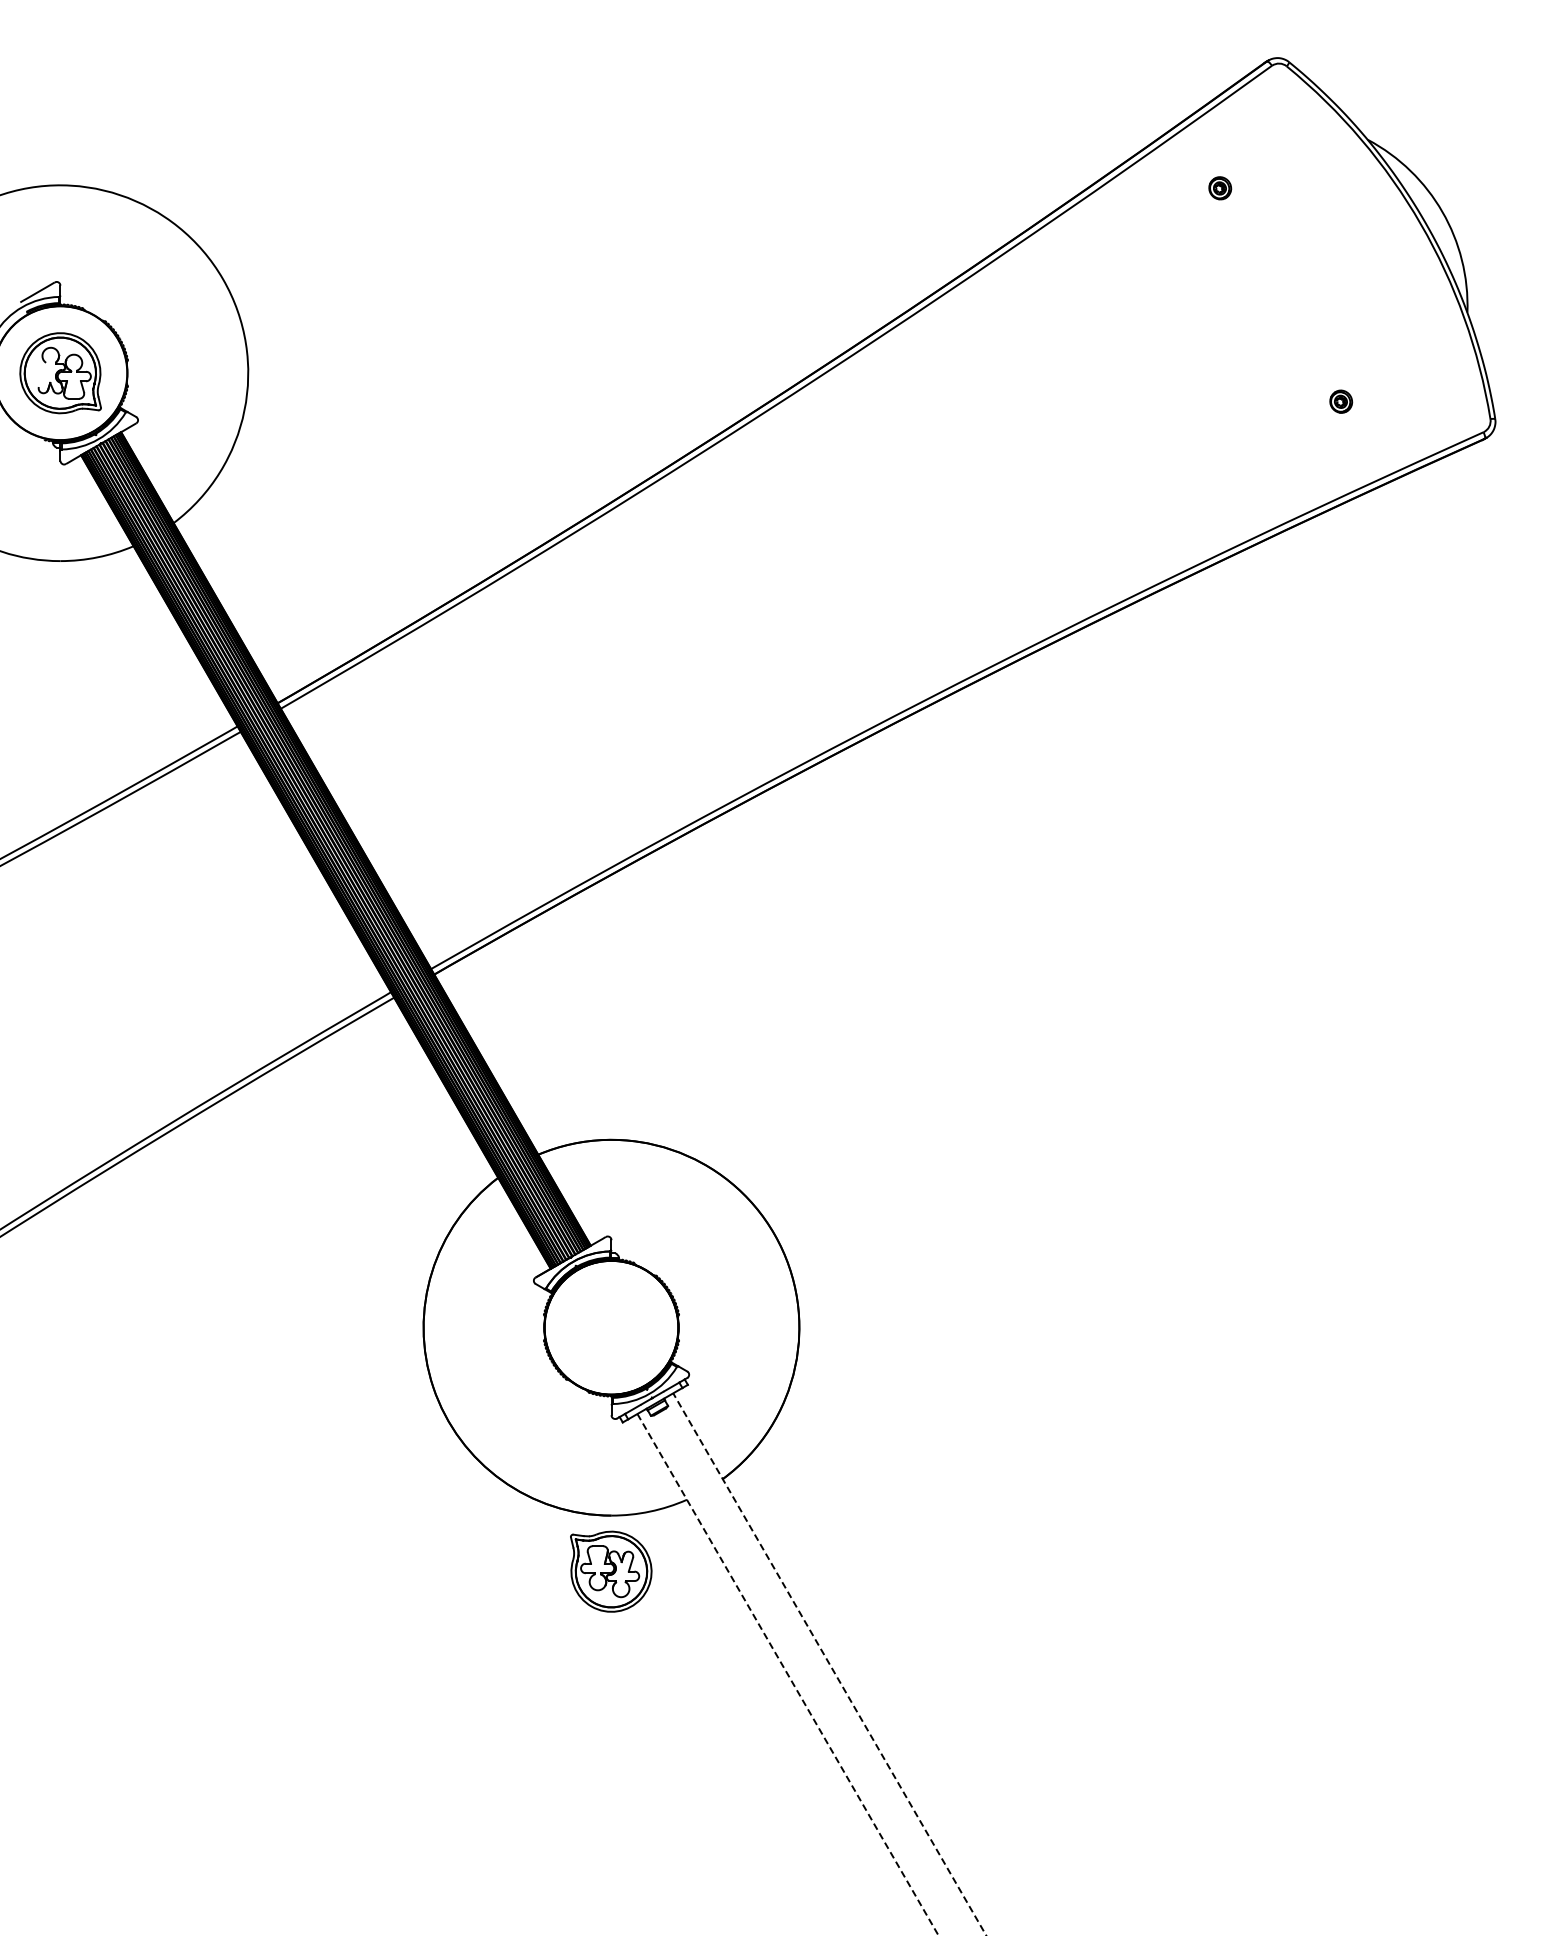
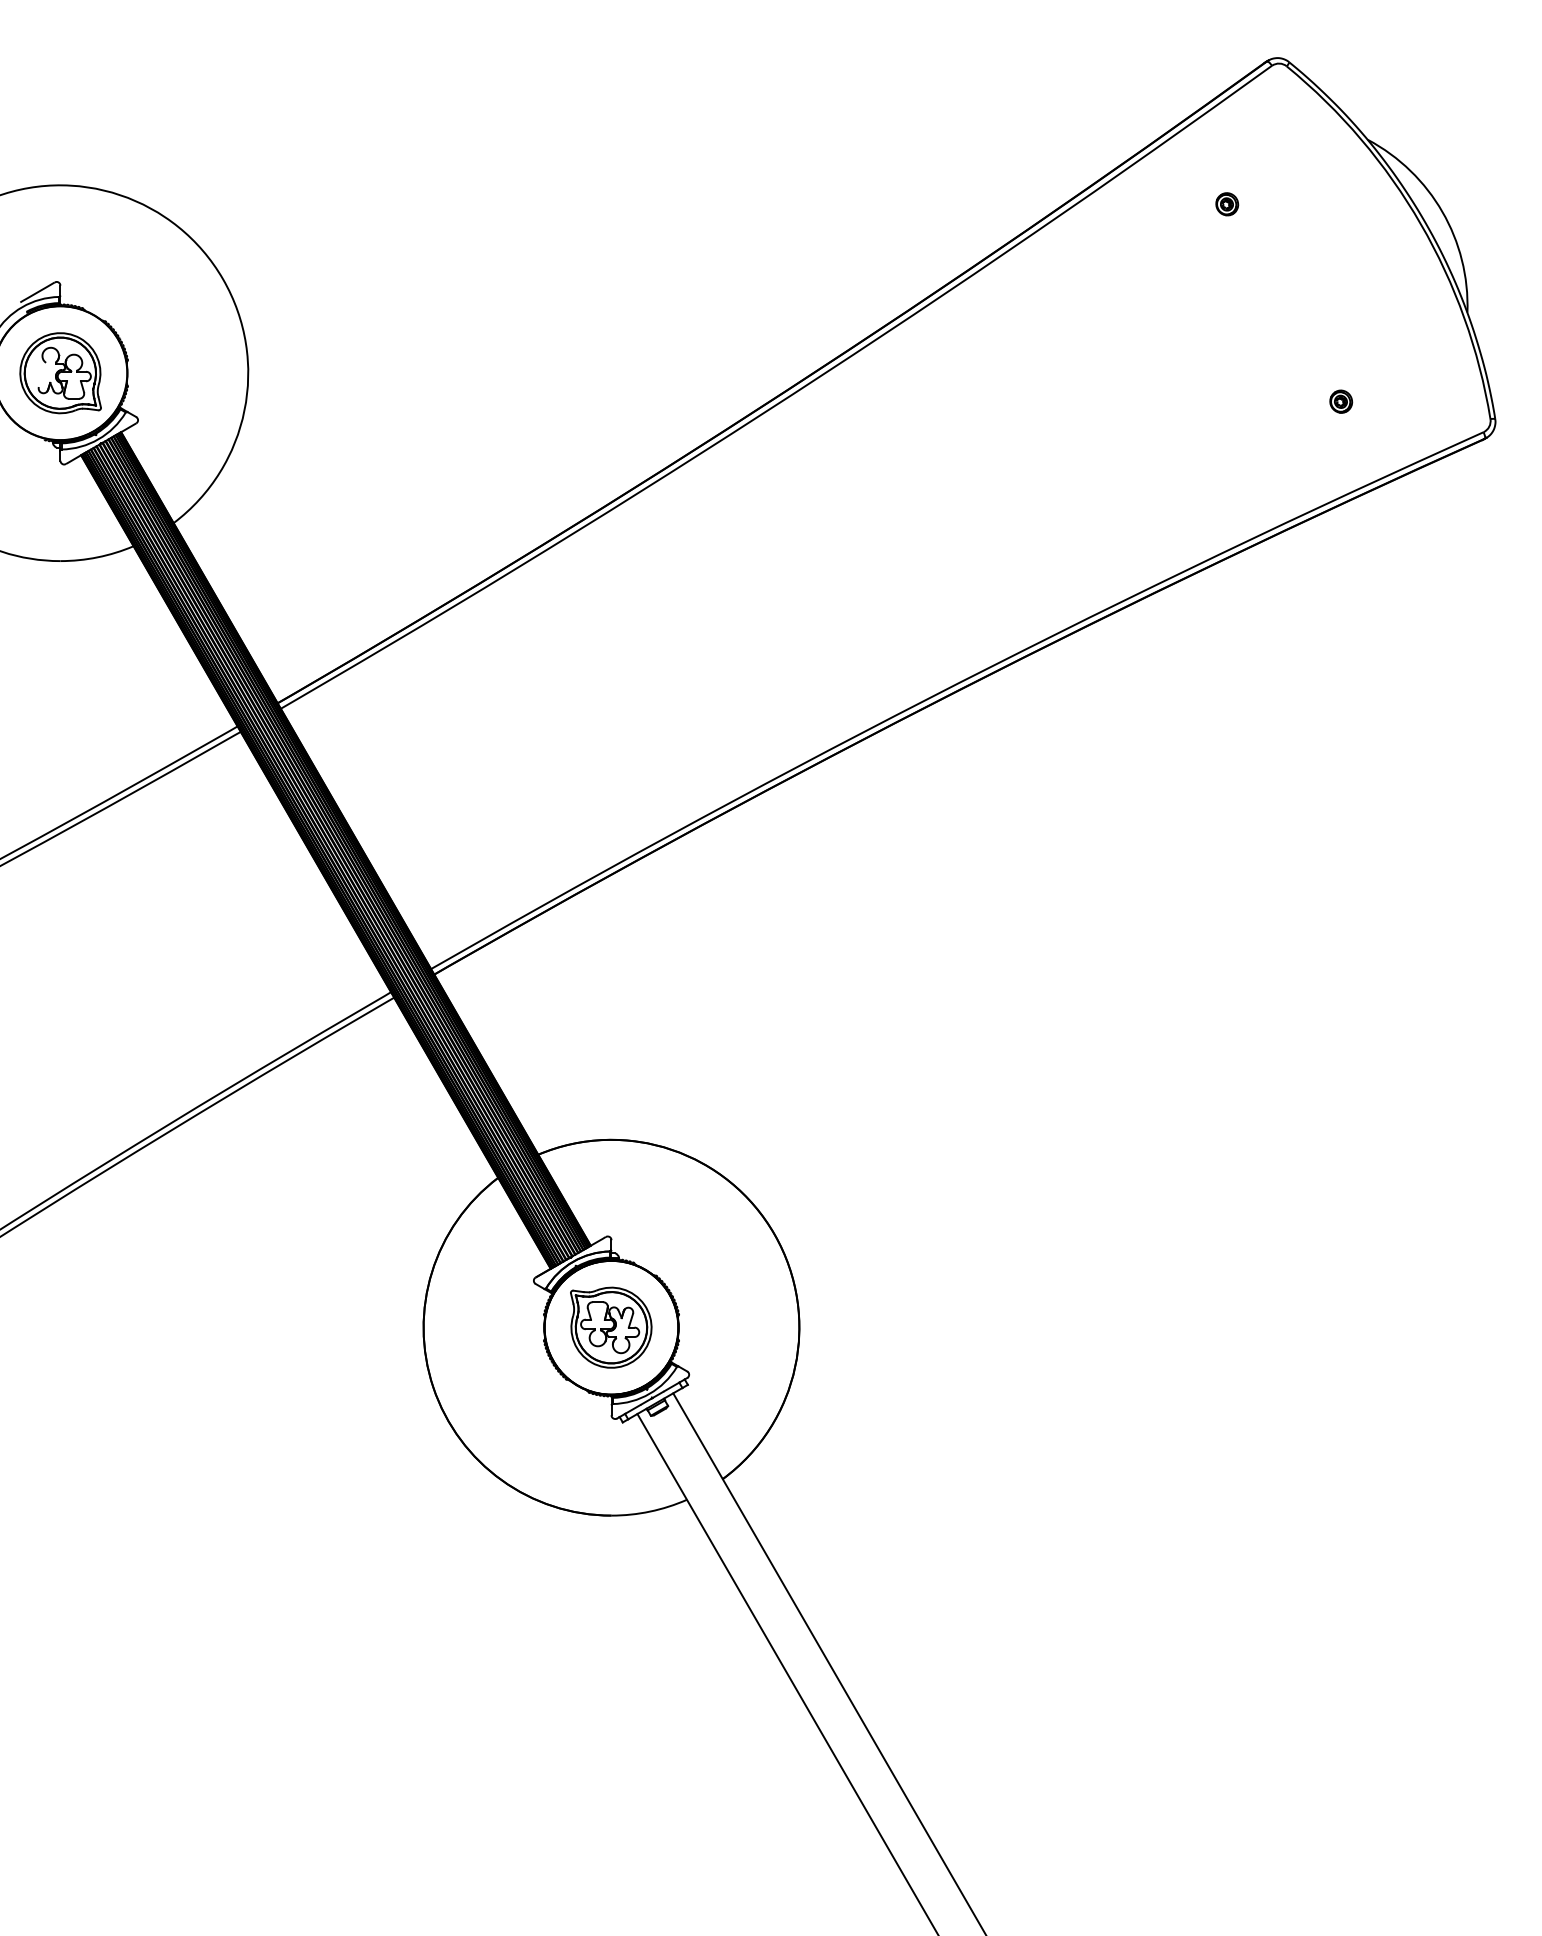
part at (1220, 188) position: (1220, 188) -> (1227, 204)
part at (611, 1571) position: (611, 1571) -> (611, 1327)
line at (829, 1664): dashed -> solid
line at (788, 1675): dashed -> solid
